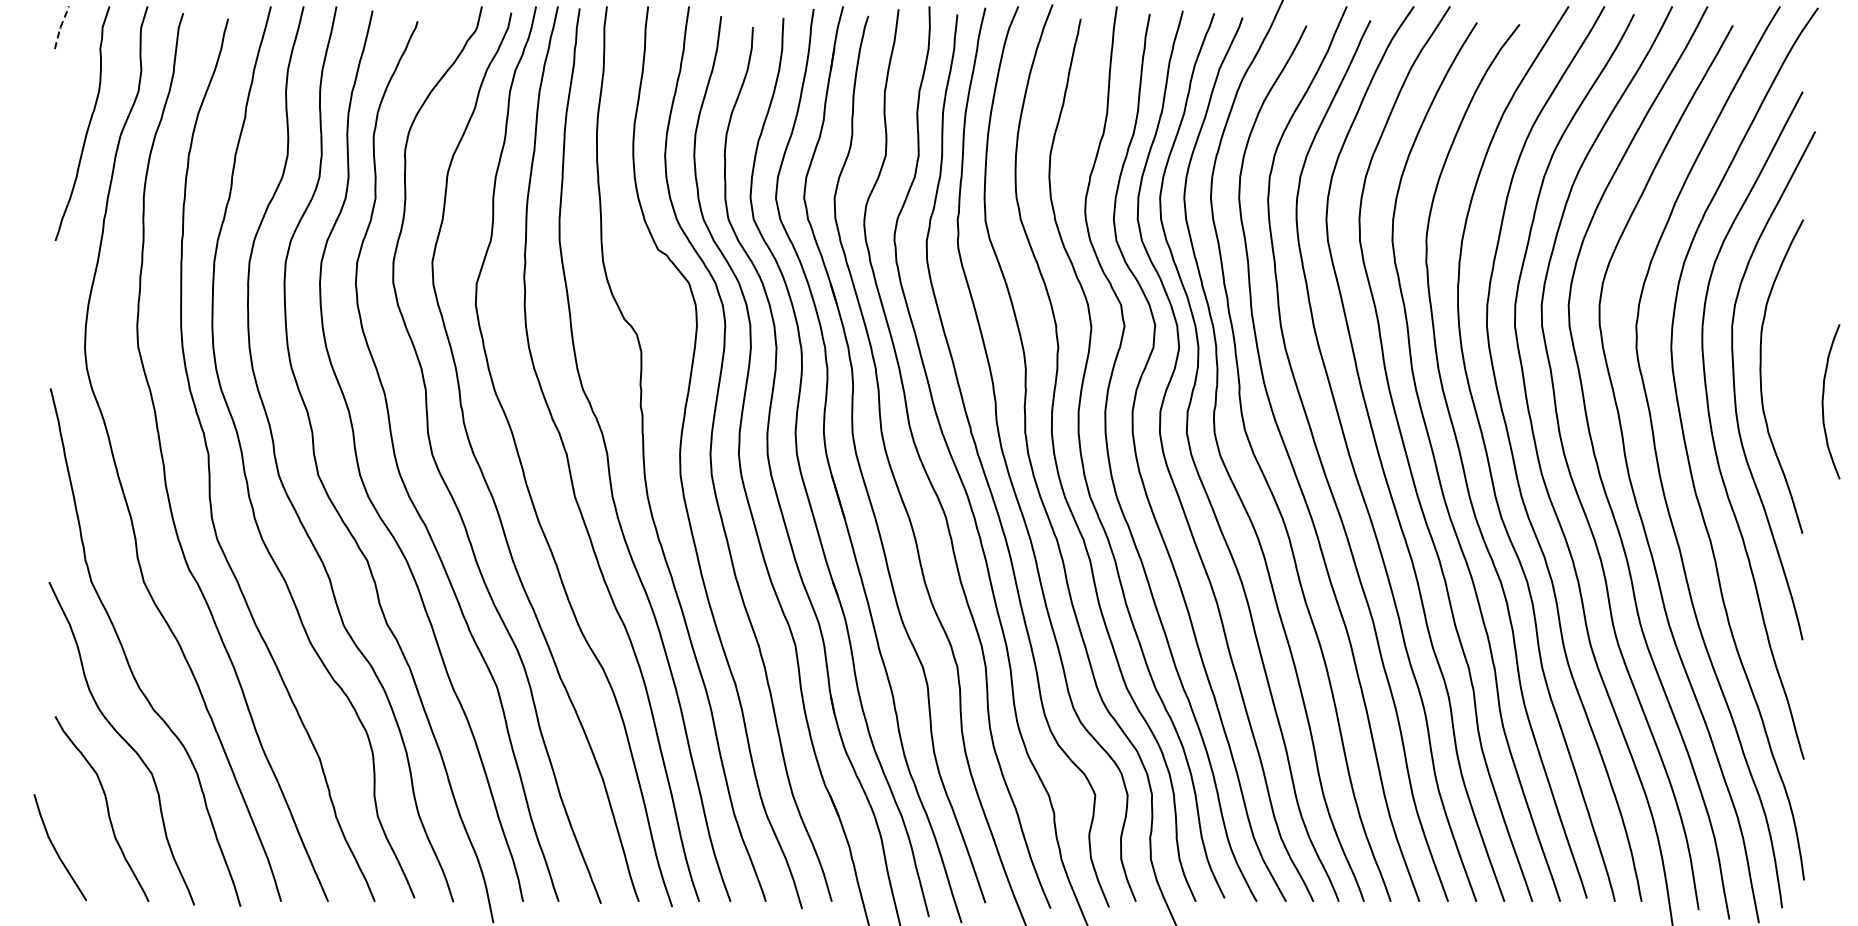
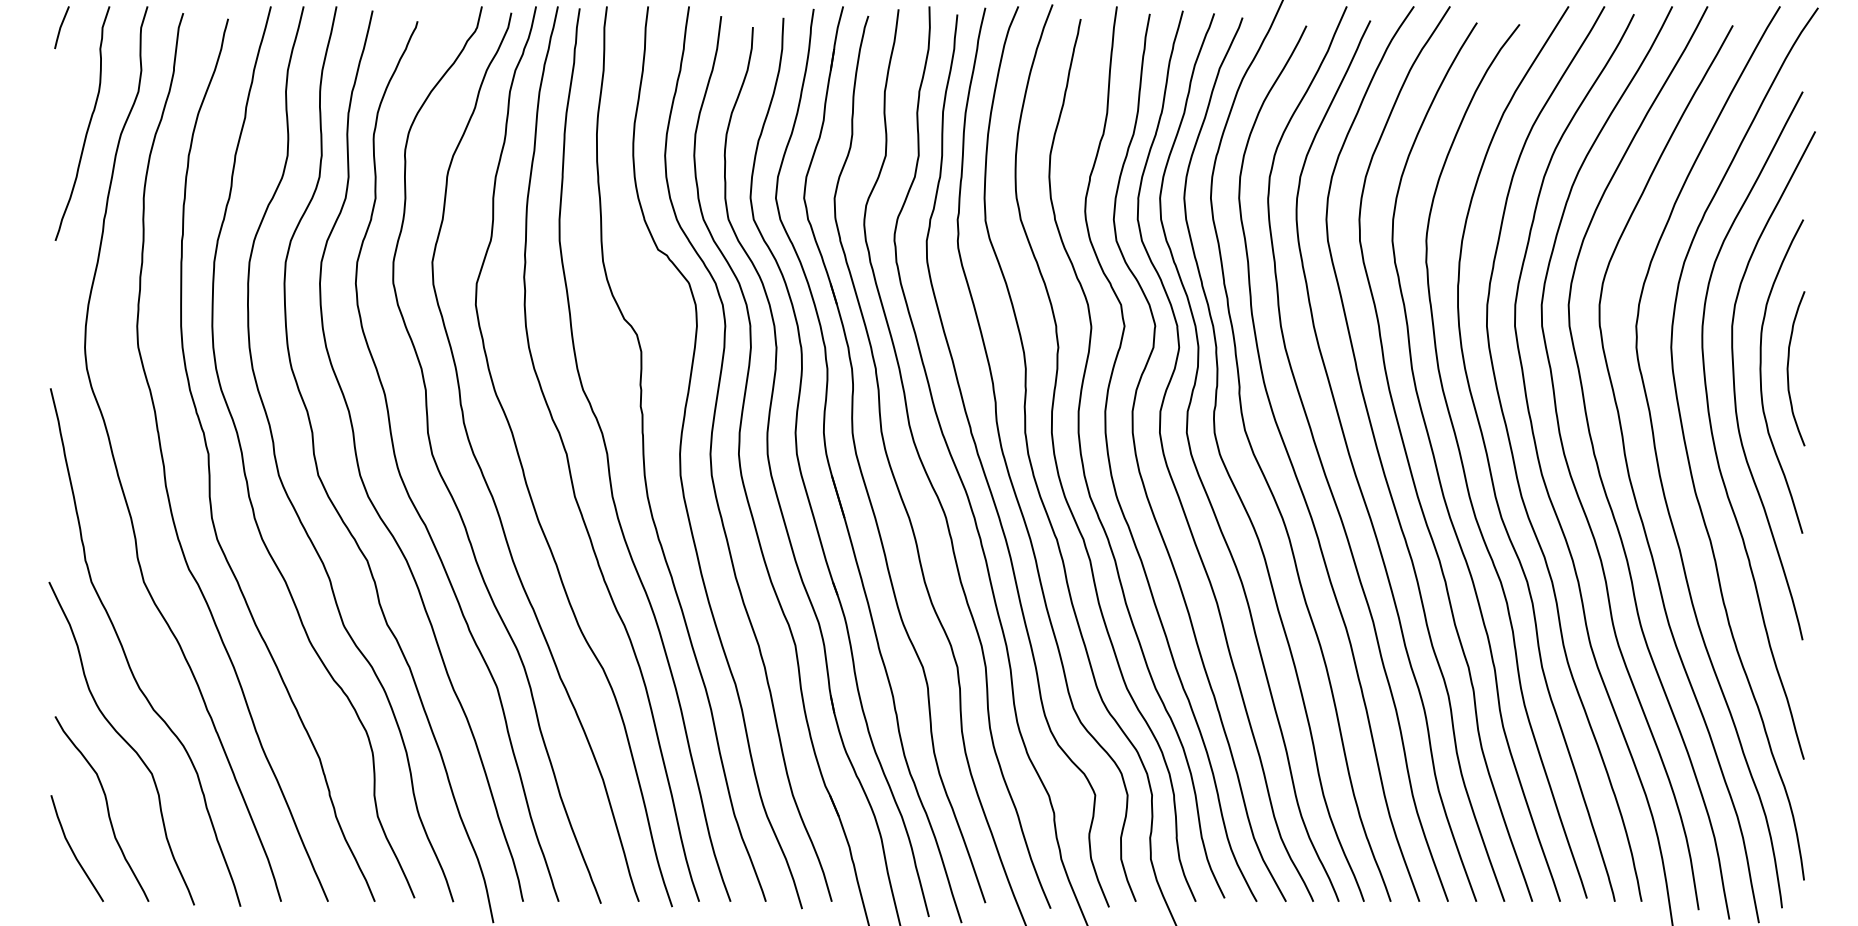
line at (60, 27): dashed -> solid
curve at (1823, 401) position: (1823, 401) -> (1788, 368)
curve at (56, 849) position: (56, 849) -> (73, 850)
